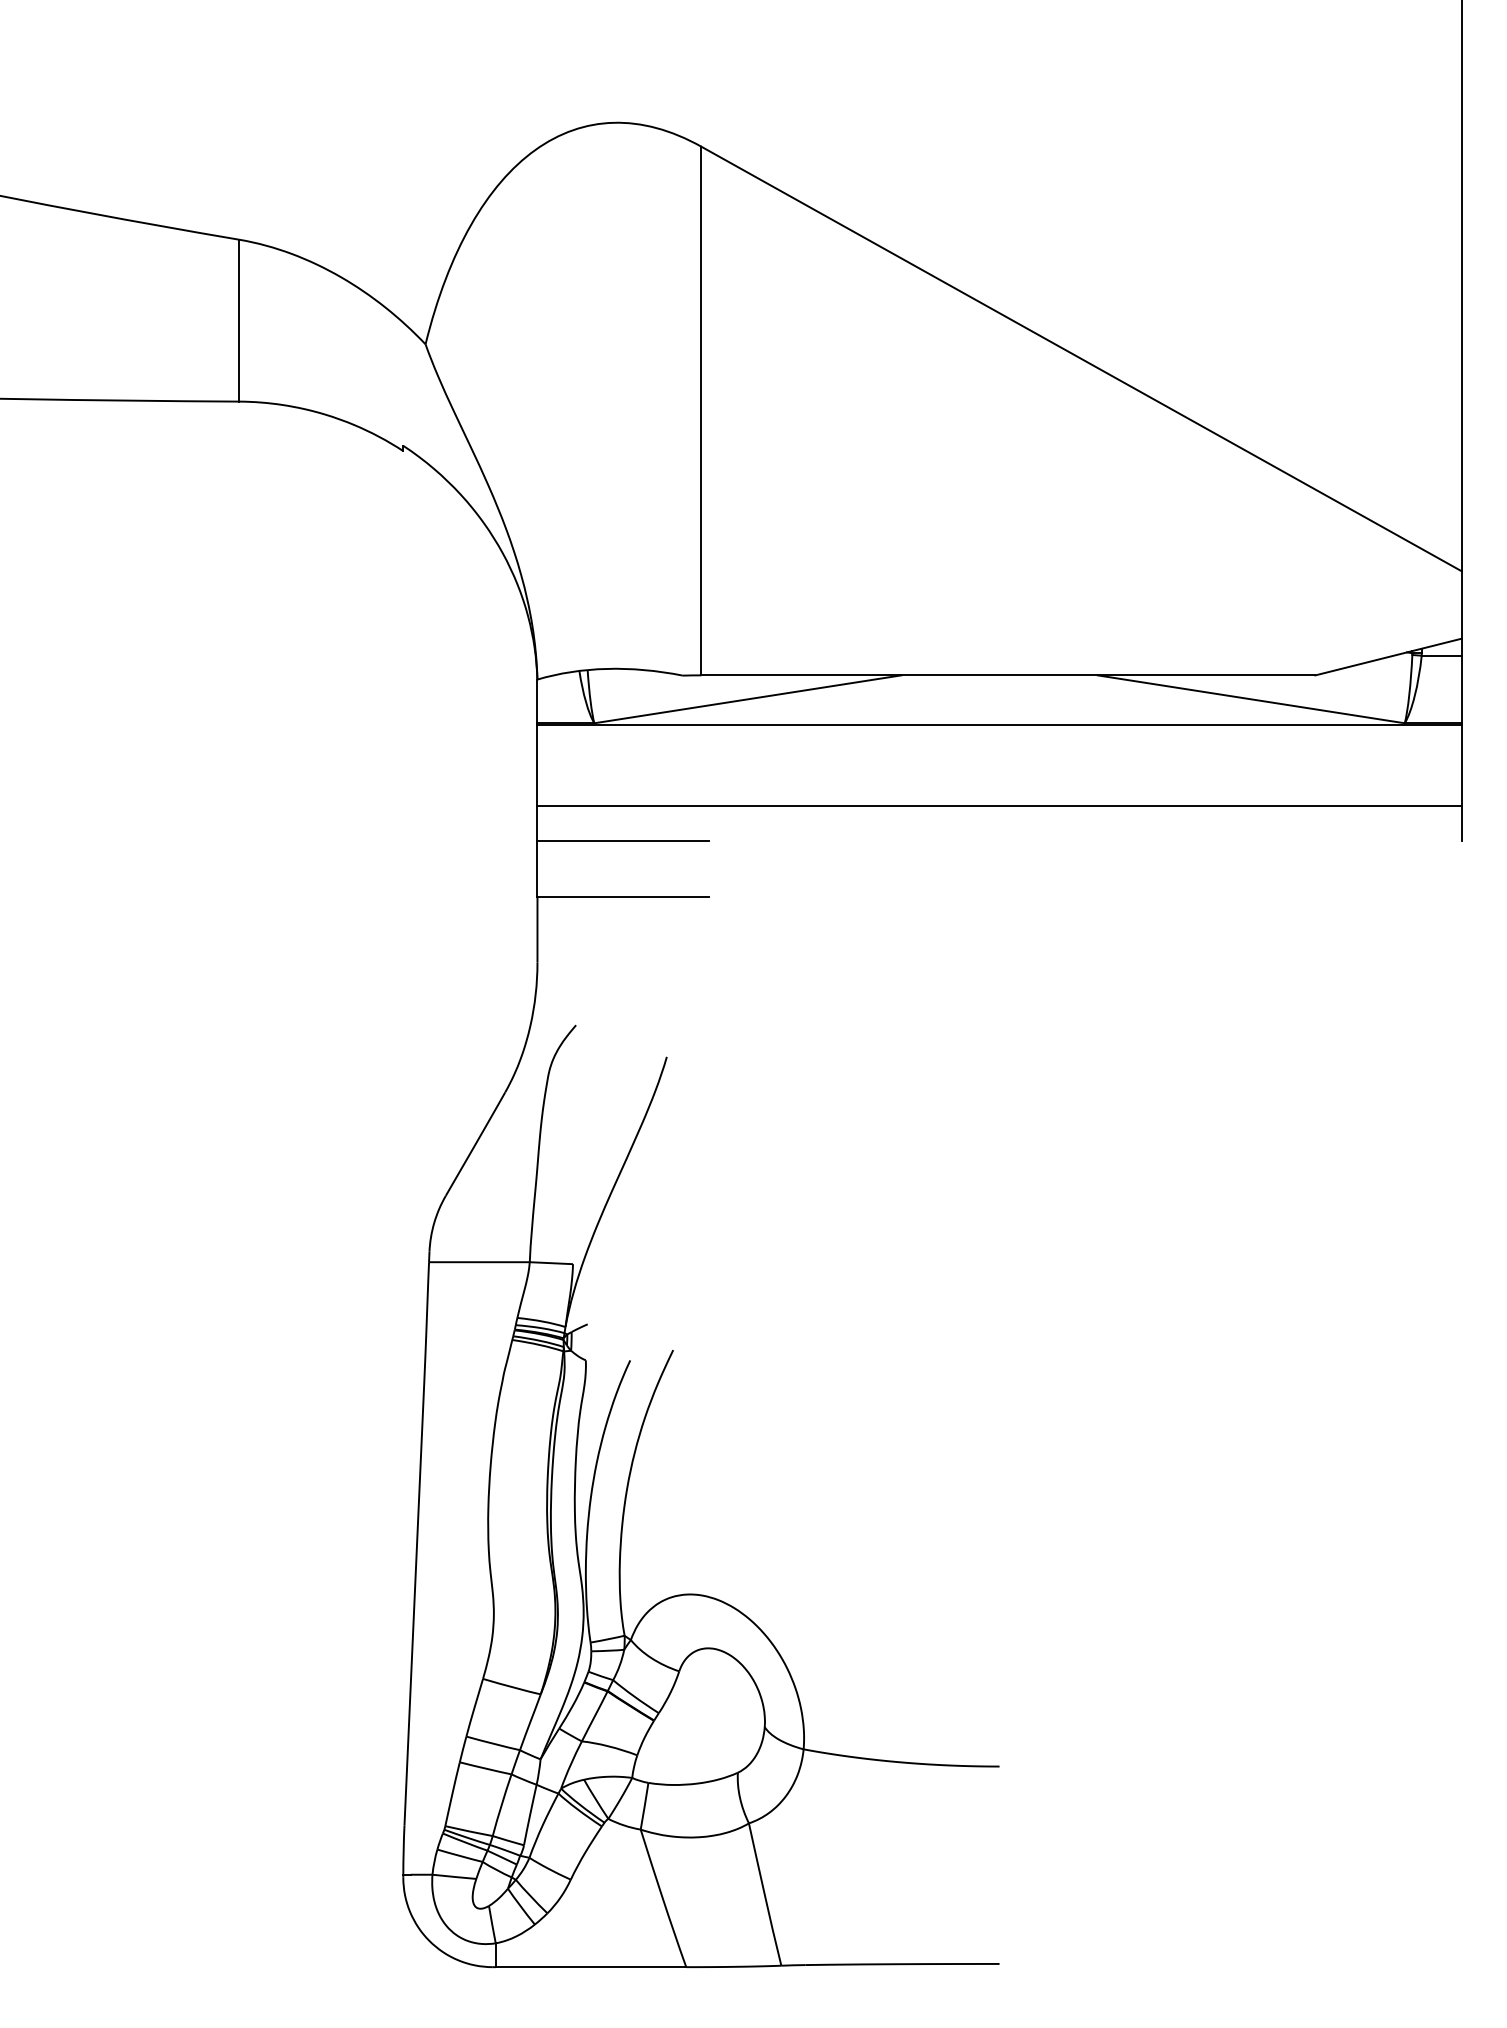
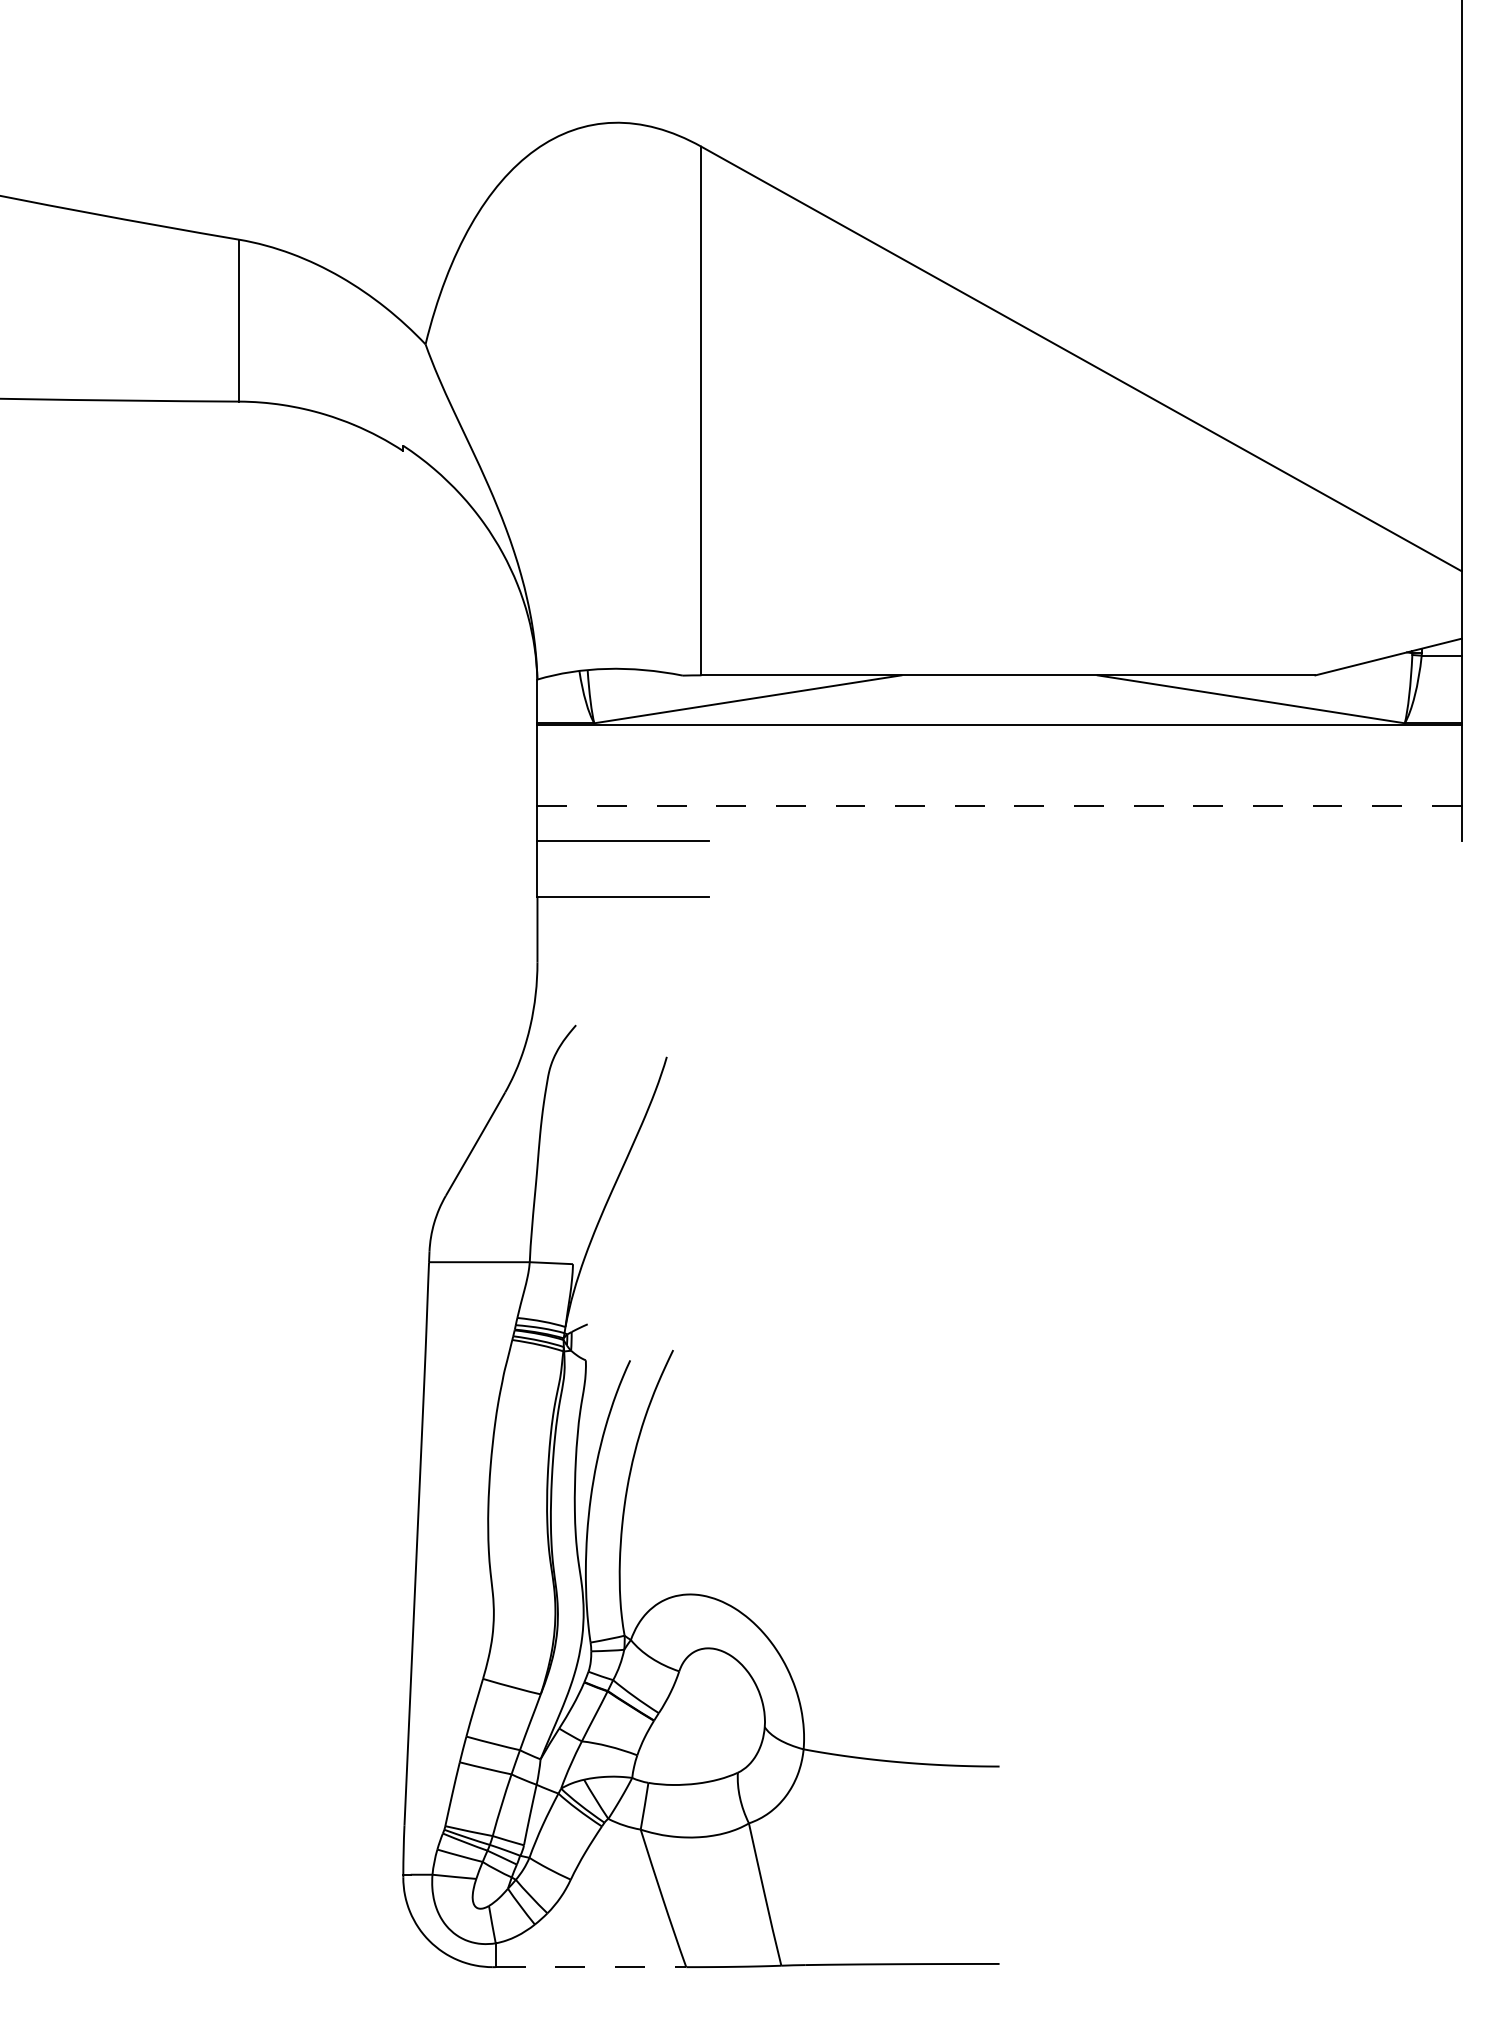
line at (999, 805): solid -> dashed
line at (591, 1967): solid -> dashed
